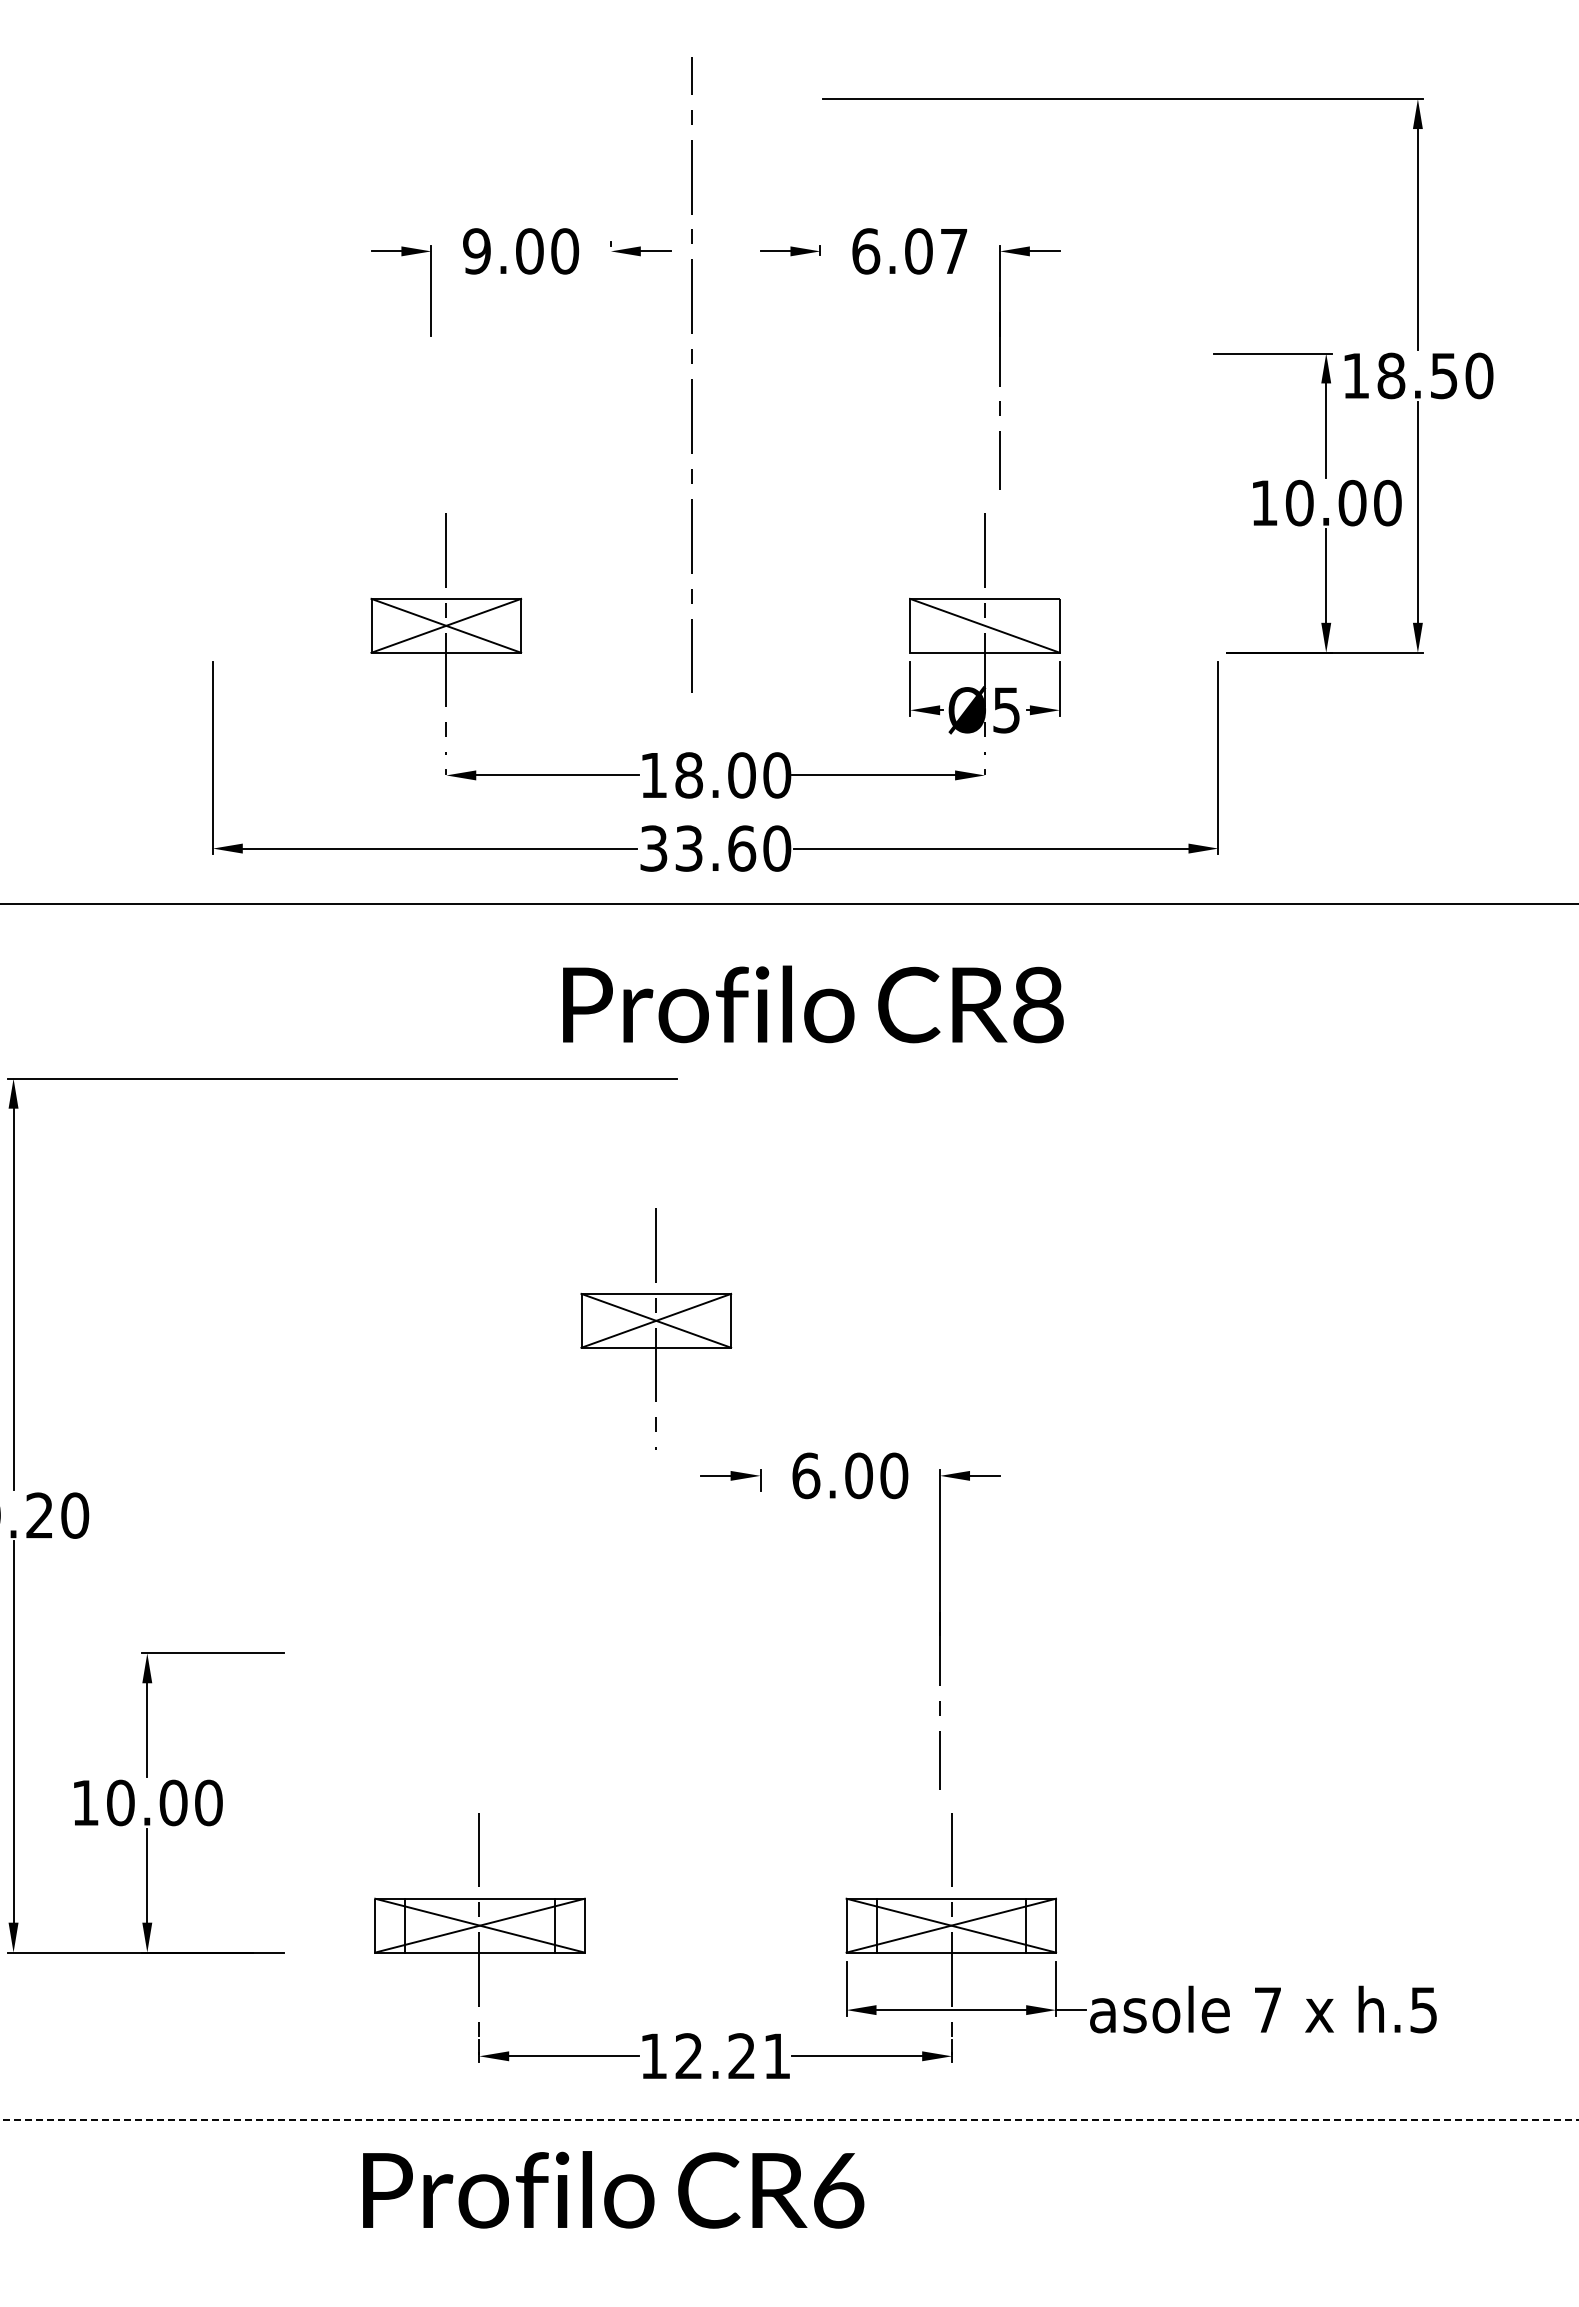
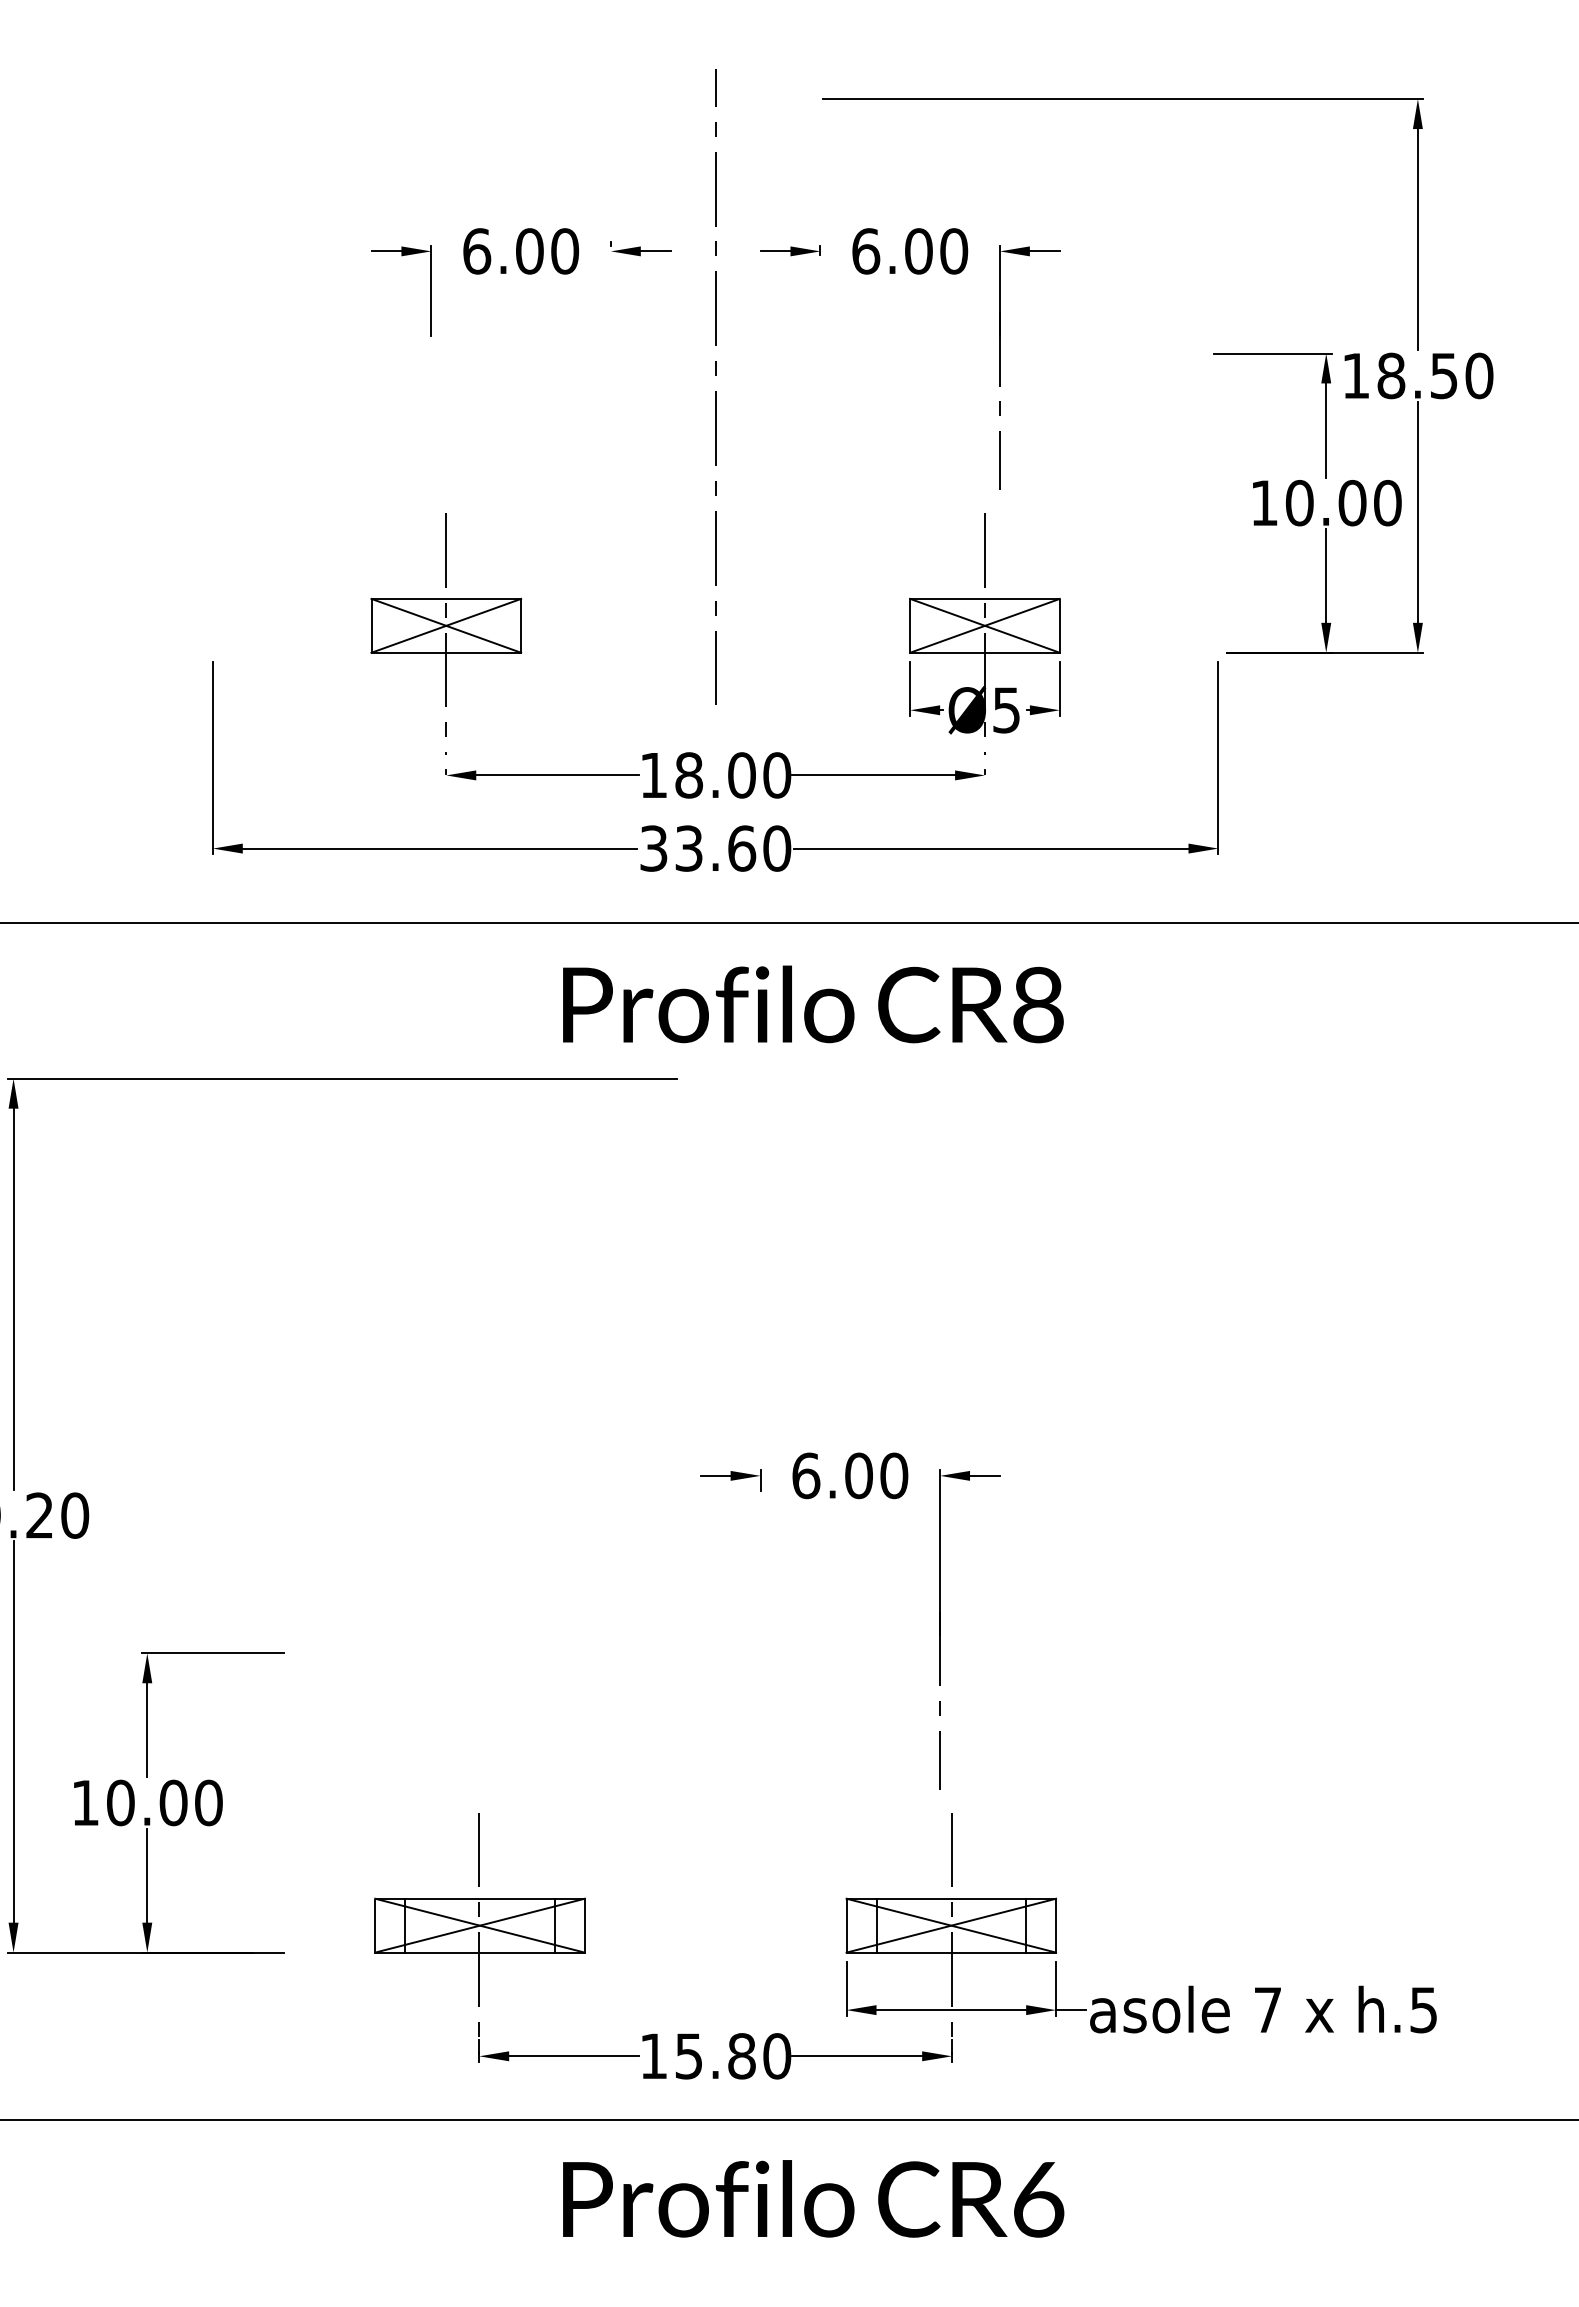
text at (477, 251): 9.00 -> 6.00
text at (954, 251): 6.07 -> 6.00
line at (691, 379) position: (691, 379) -> (715, 391)
line at (984, 625): none -> present
line at (788, 904) position: (788, 904) -> (788, 923)
part at (656, 1328): present -> none
text at (733, 2056): 12.21 -> 15.80
line at (789, 2120): dashed -> solid
text at (613, 2189) position: (613, 2189) -> (813, 2198)
